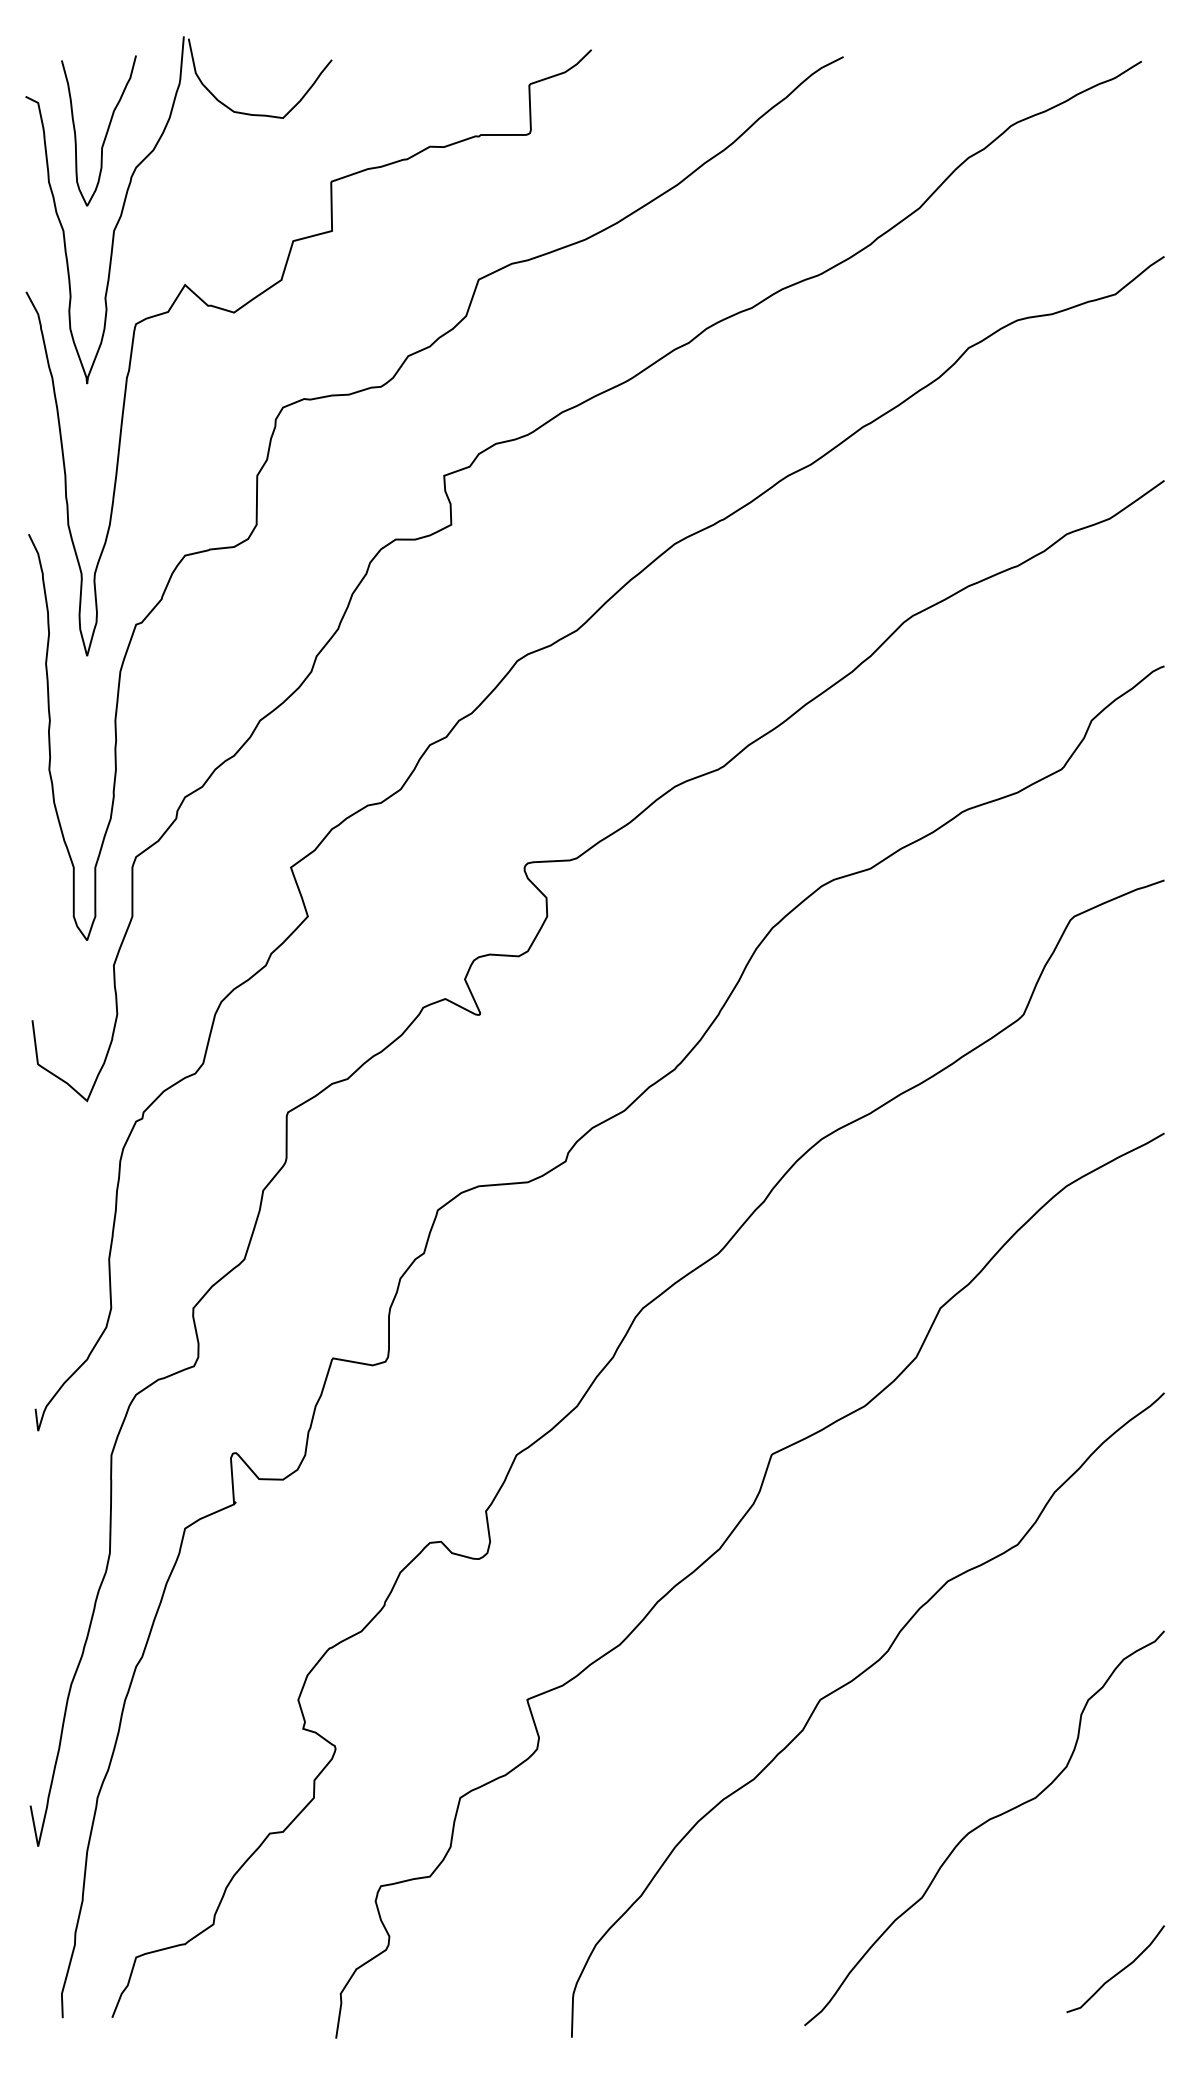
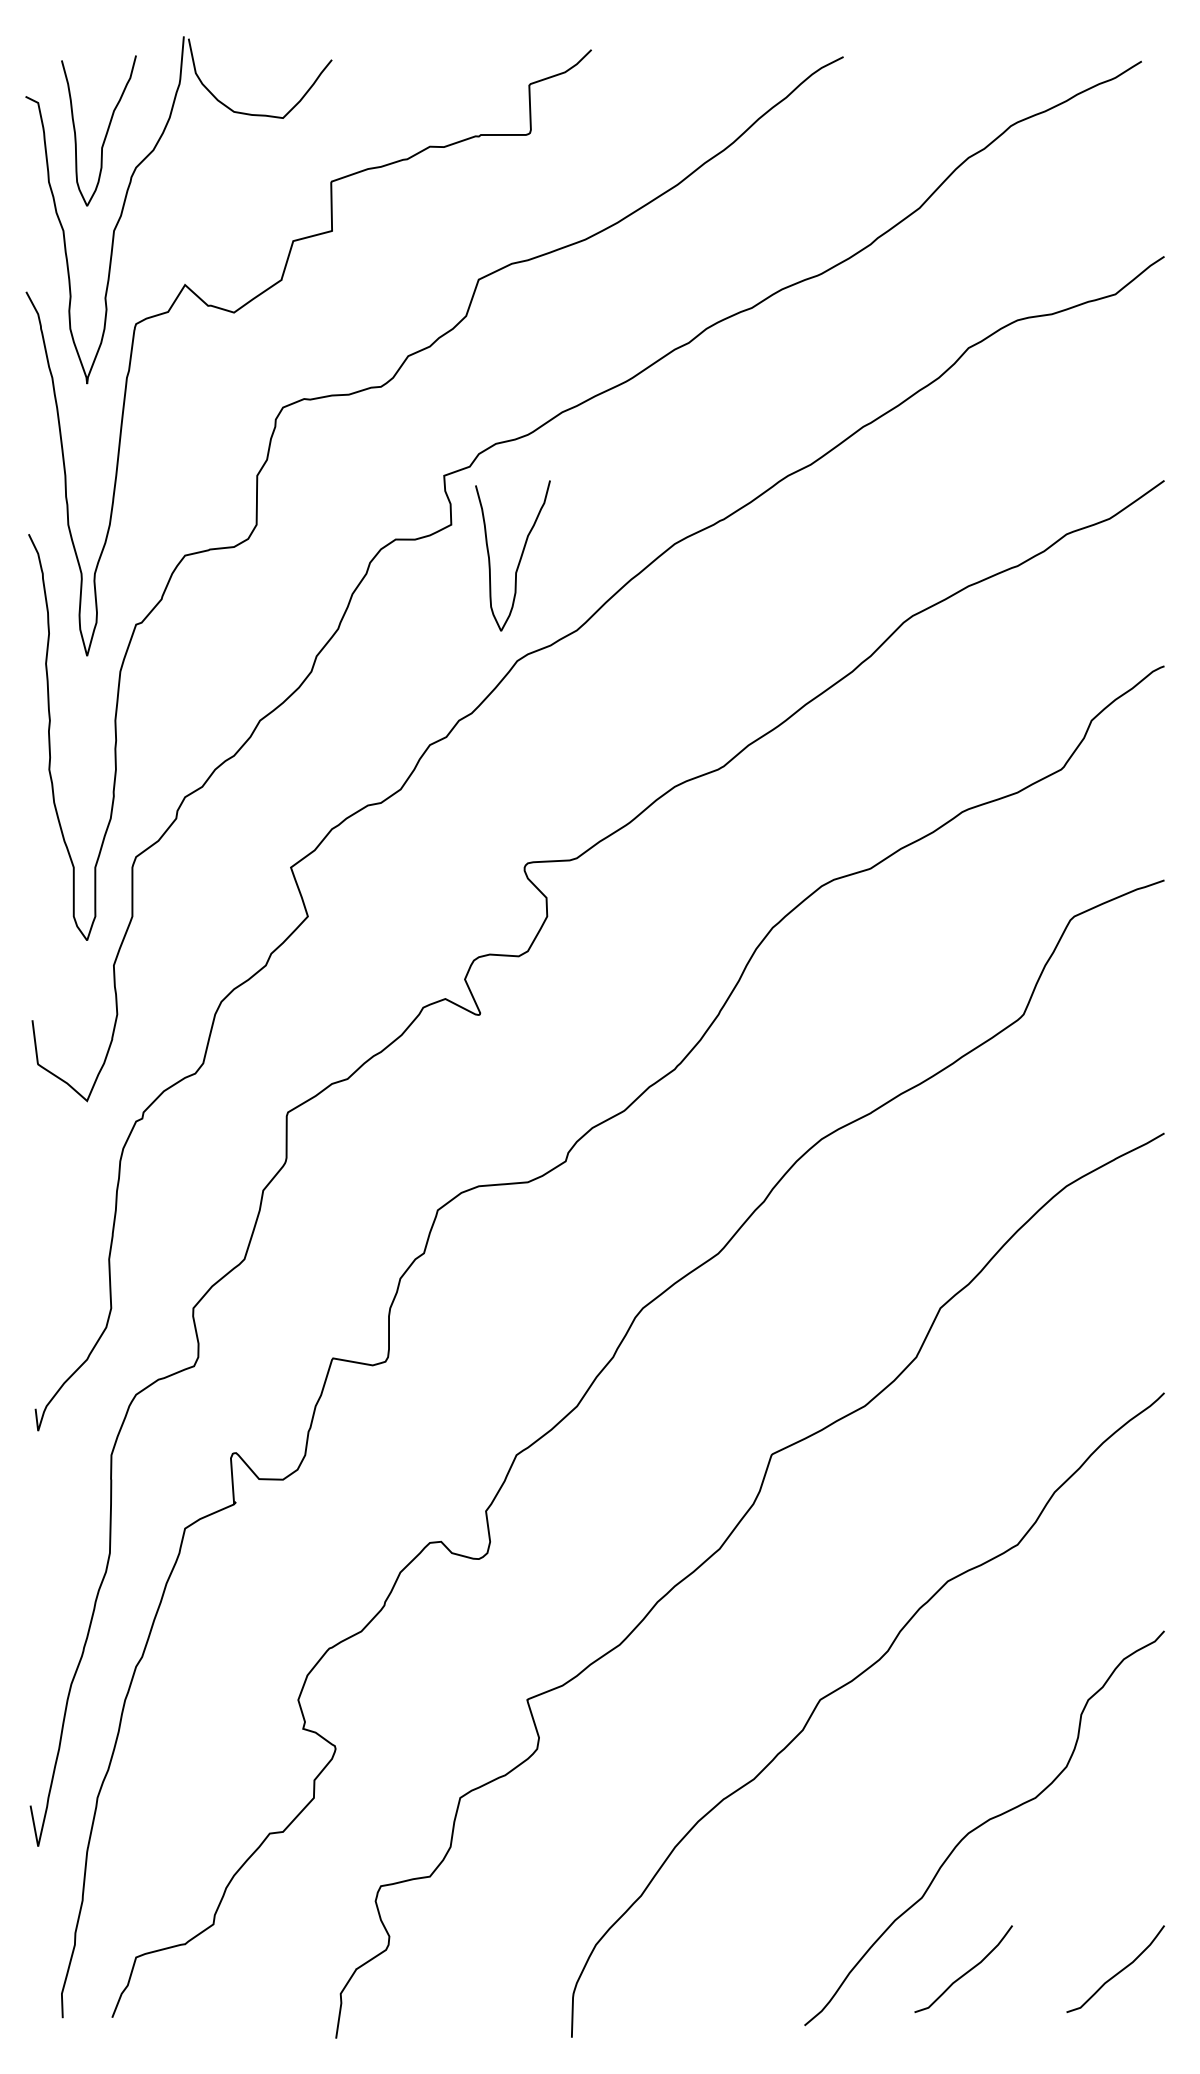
curve at (520, 555): none -> present
curve at (966, 1971): none -> present
